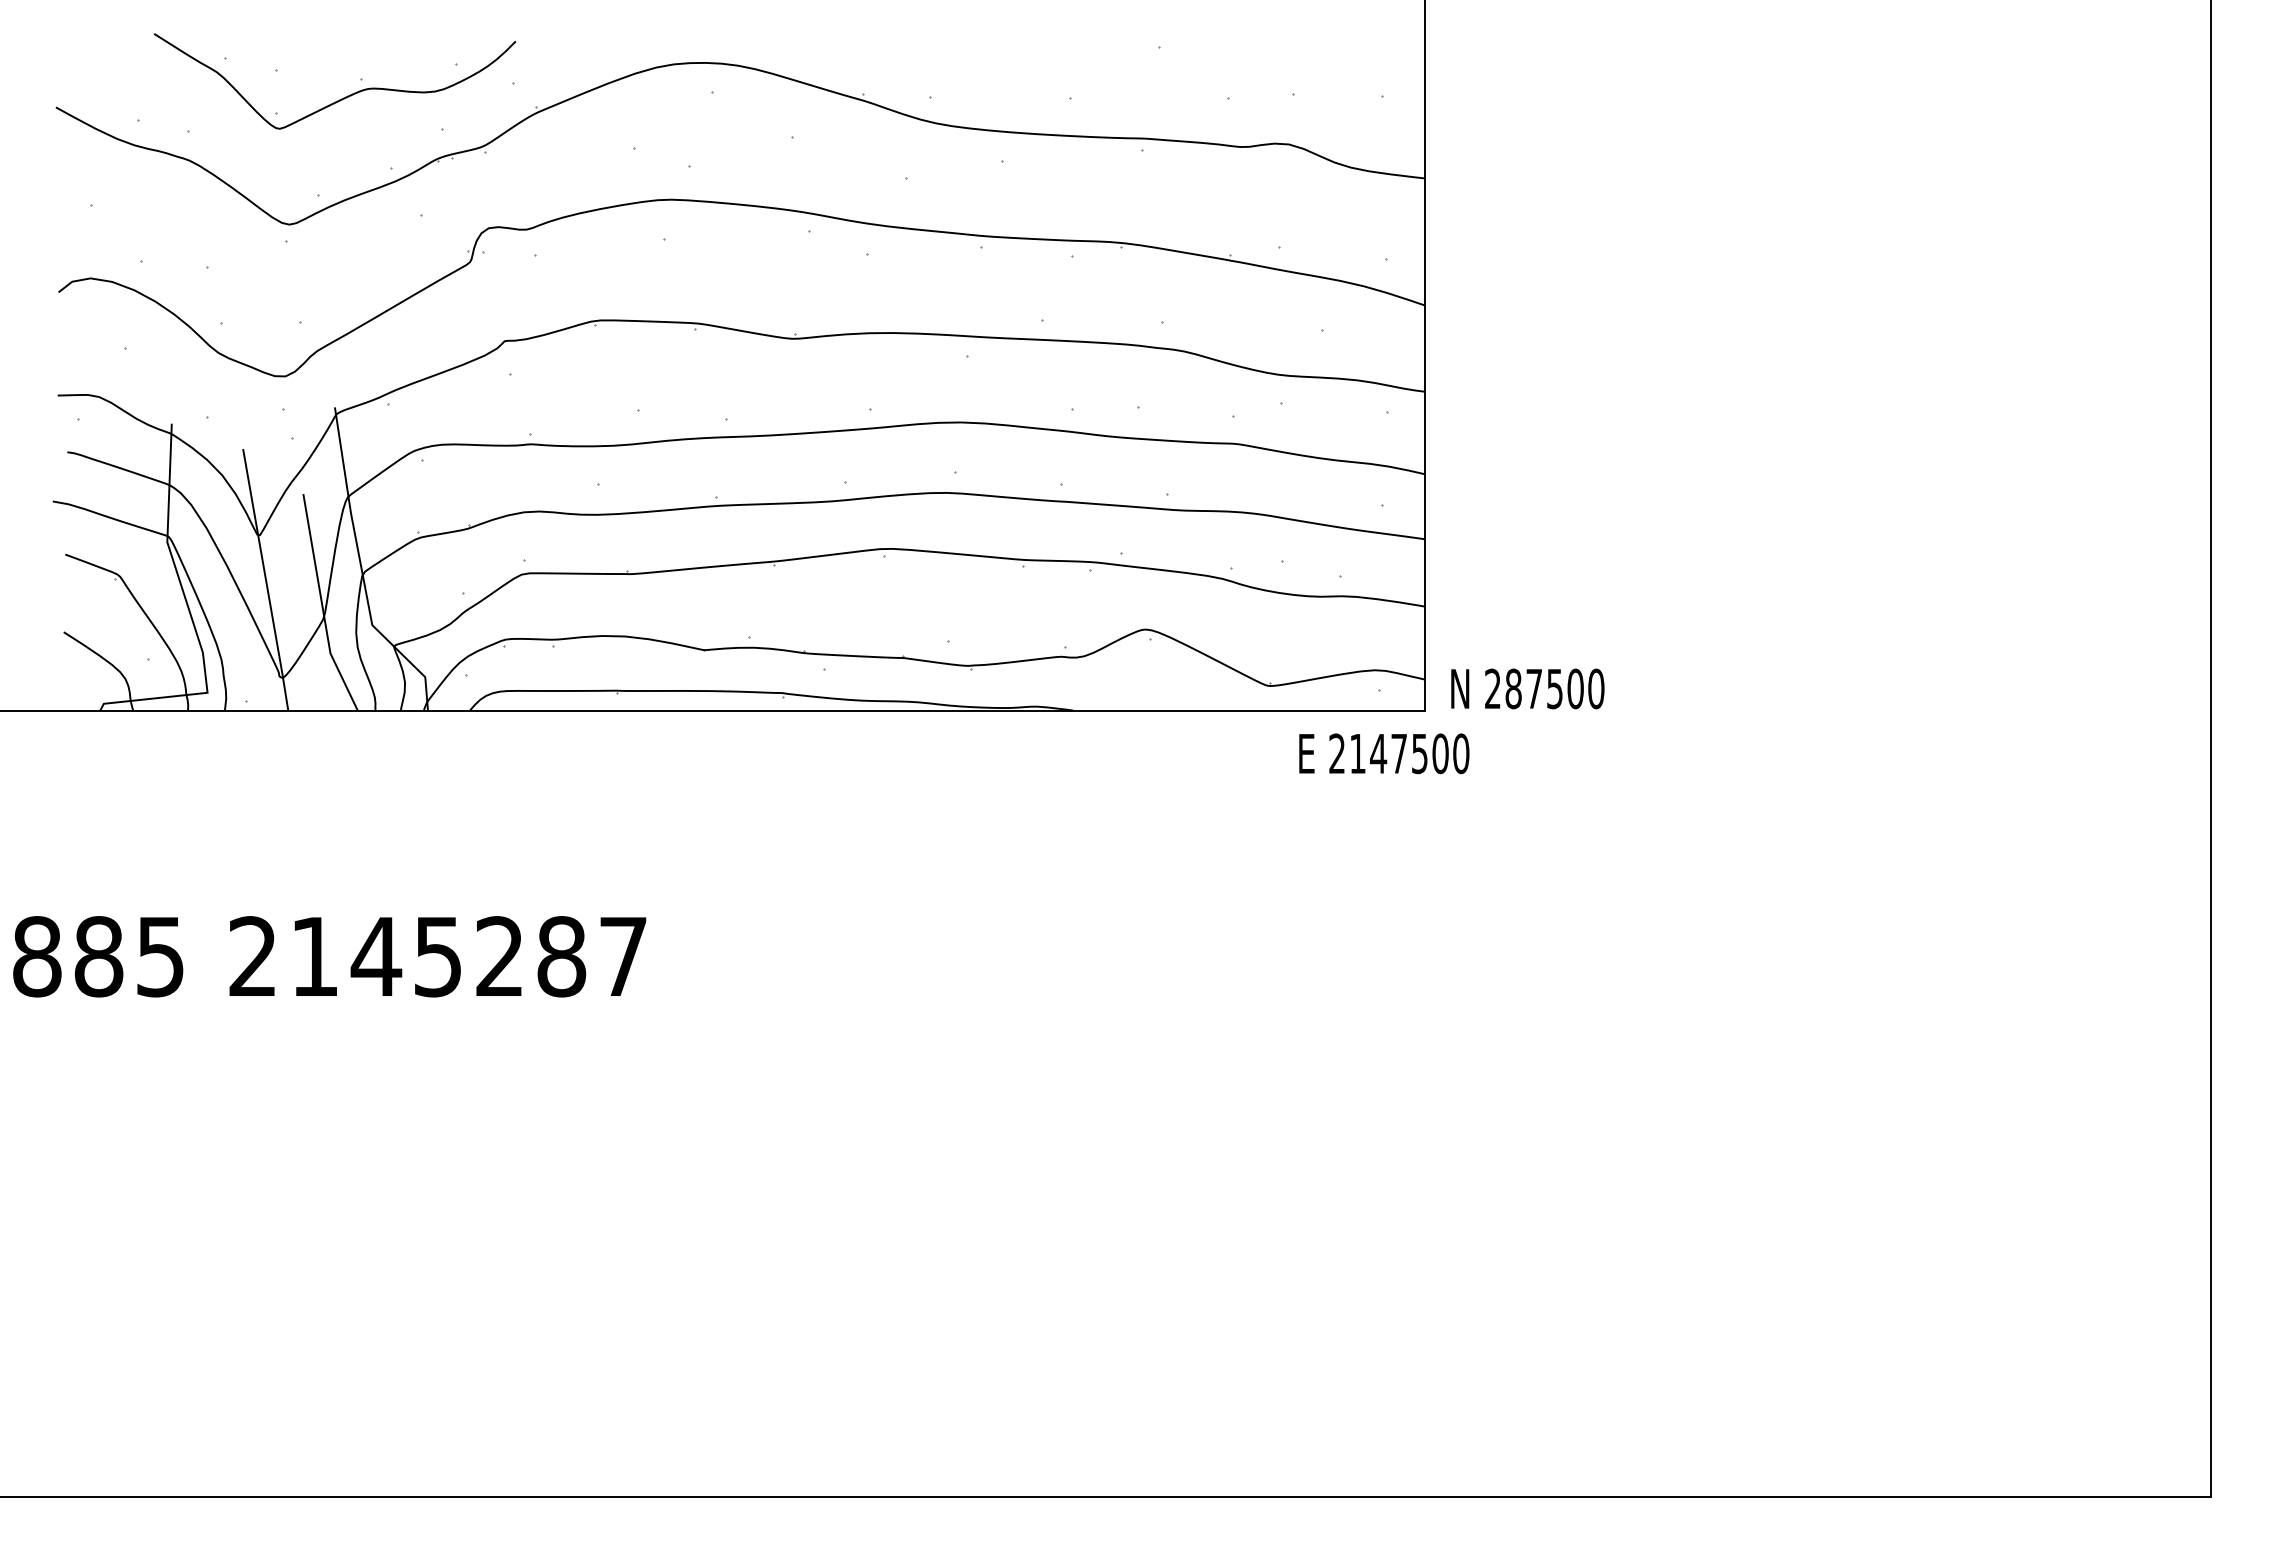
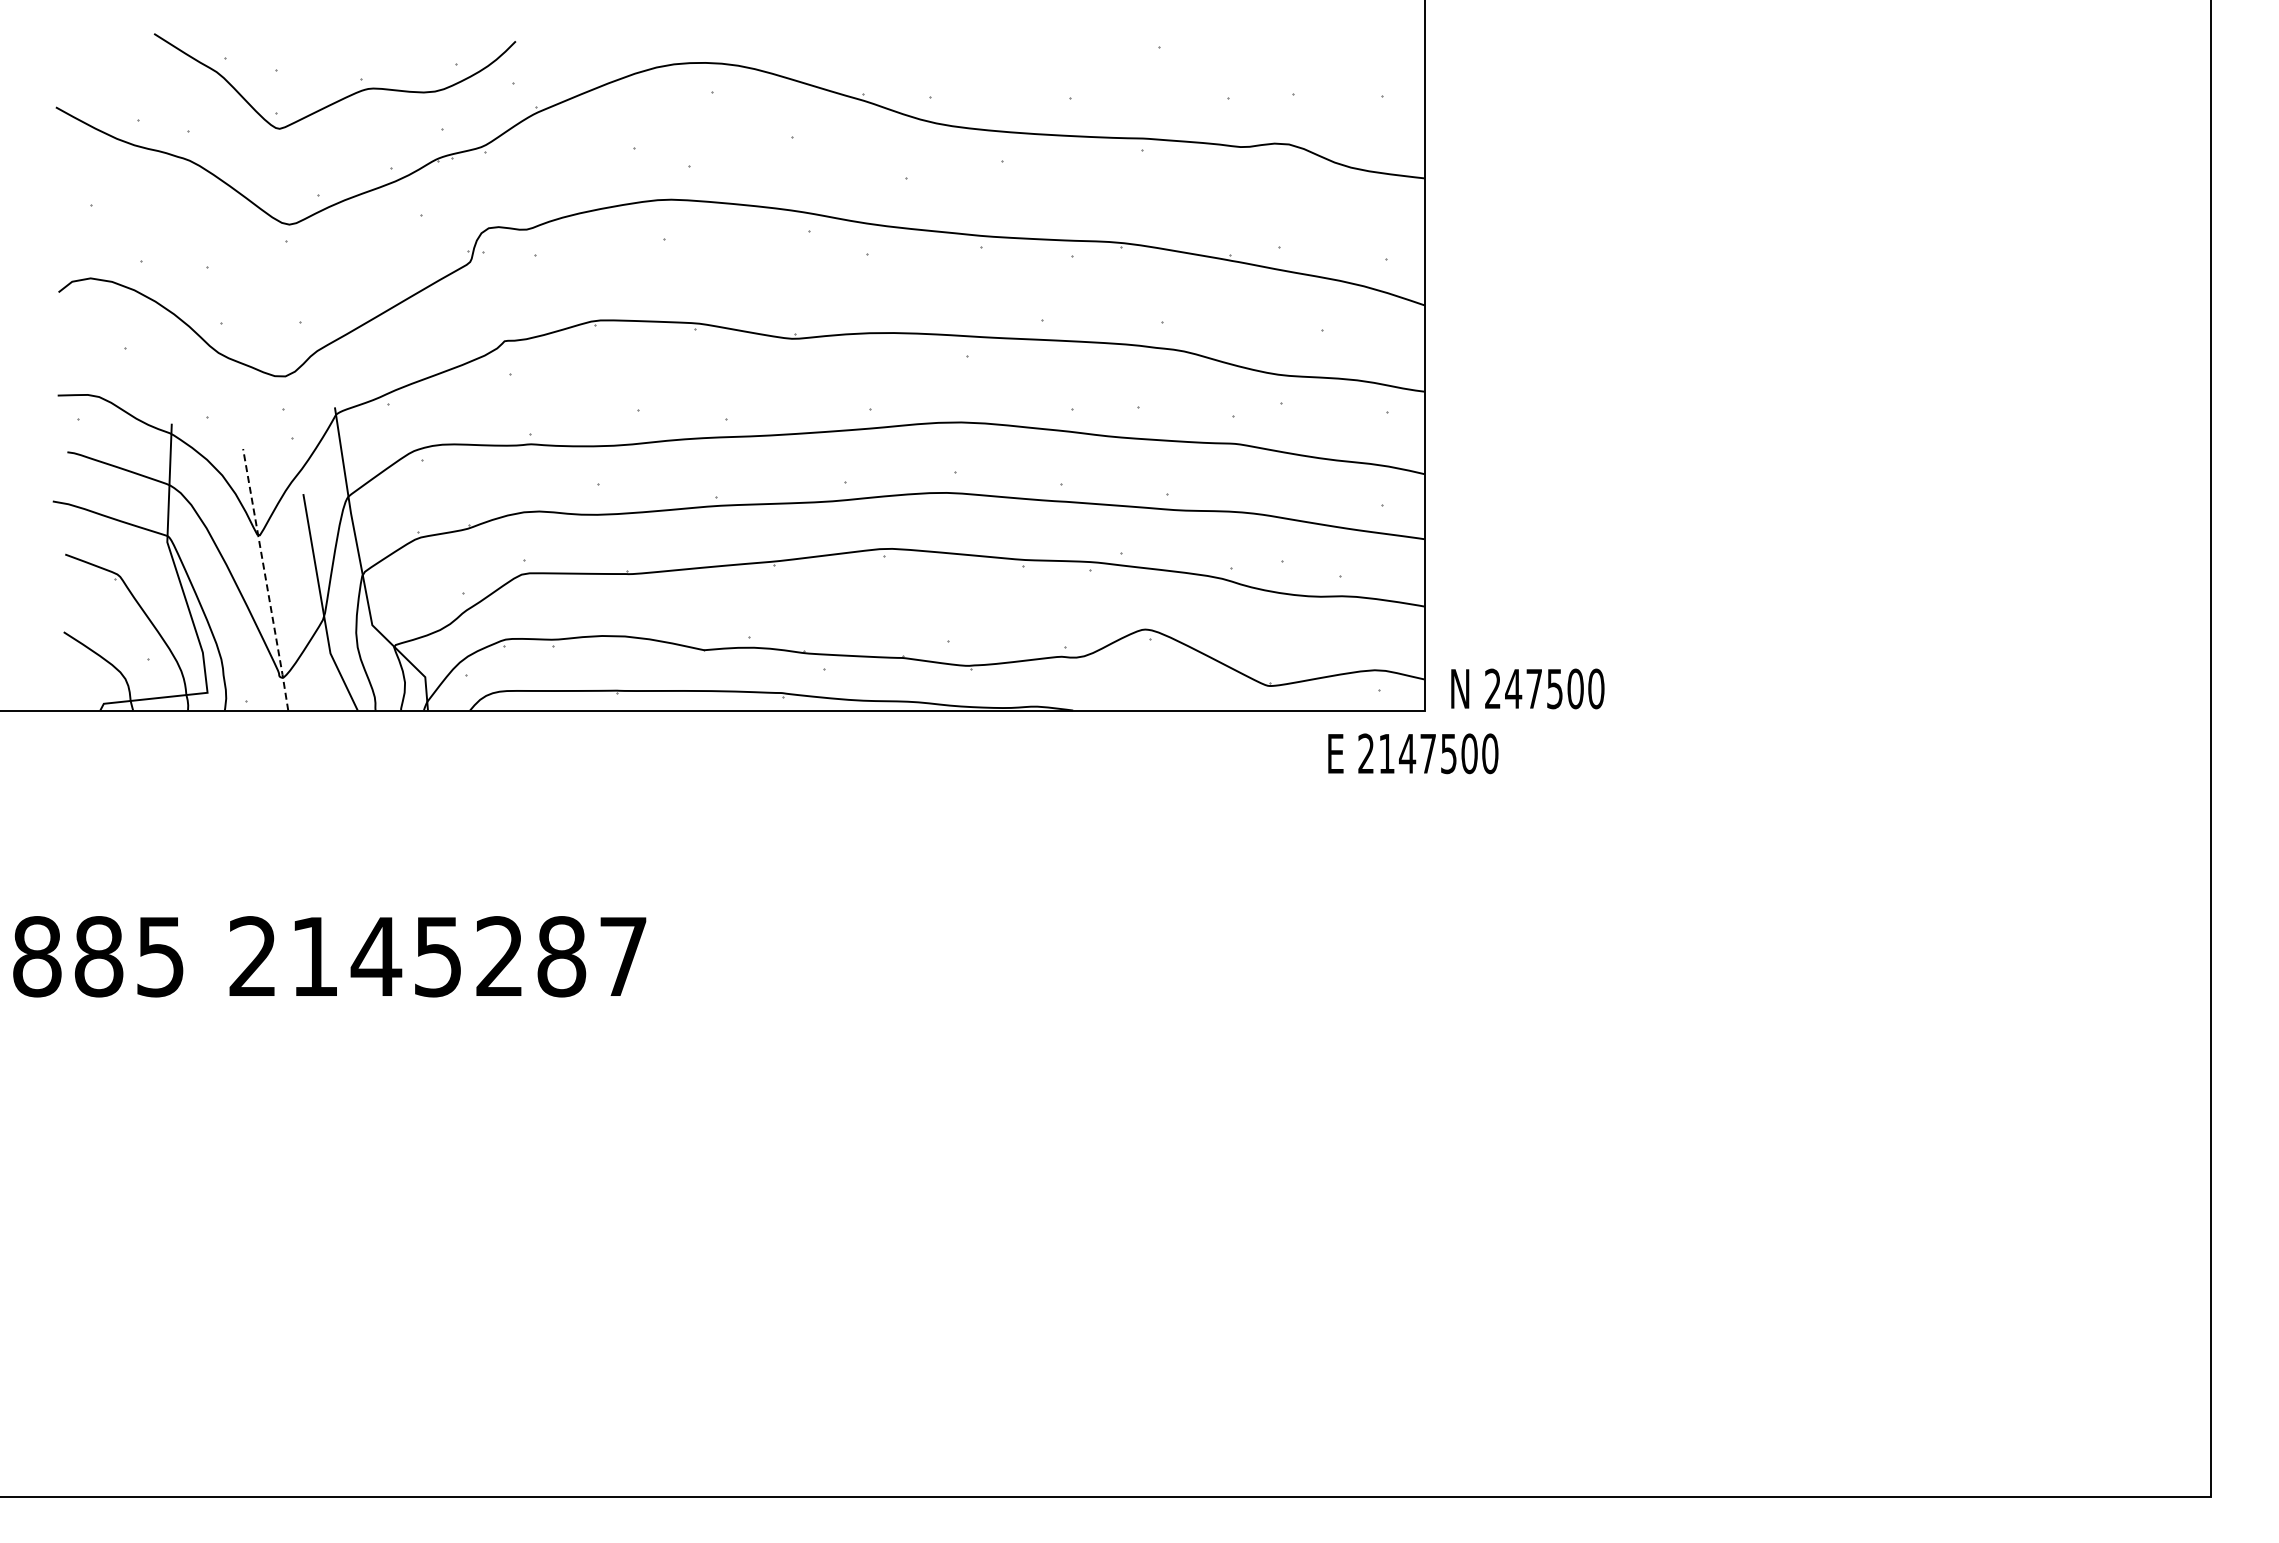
line at (265, 579): solid -> dashed
text at (1513, 688): 287500 -> 247500
text at (1384, 753) position: (1384, 753) -> (1413, 753)
